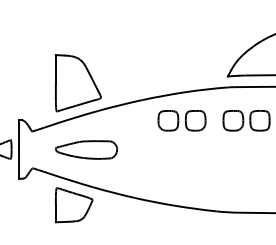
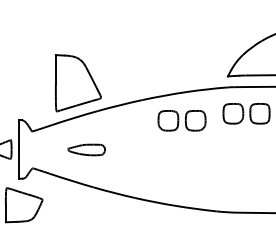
part at (246, 120) position: (246, 120) -> (246, 113)
part at (86, 149) size: 64x20 px -> 39x14 px
part at (74, 205) position: (74, 205) -> (24, 205)
